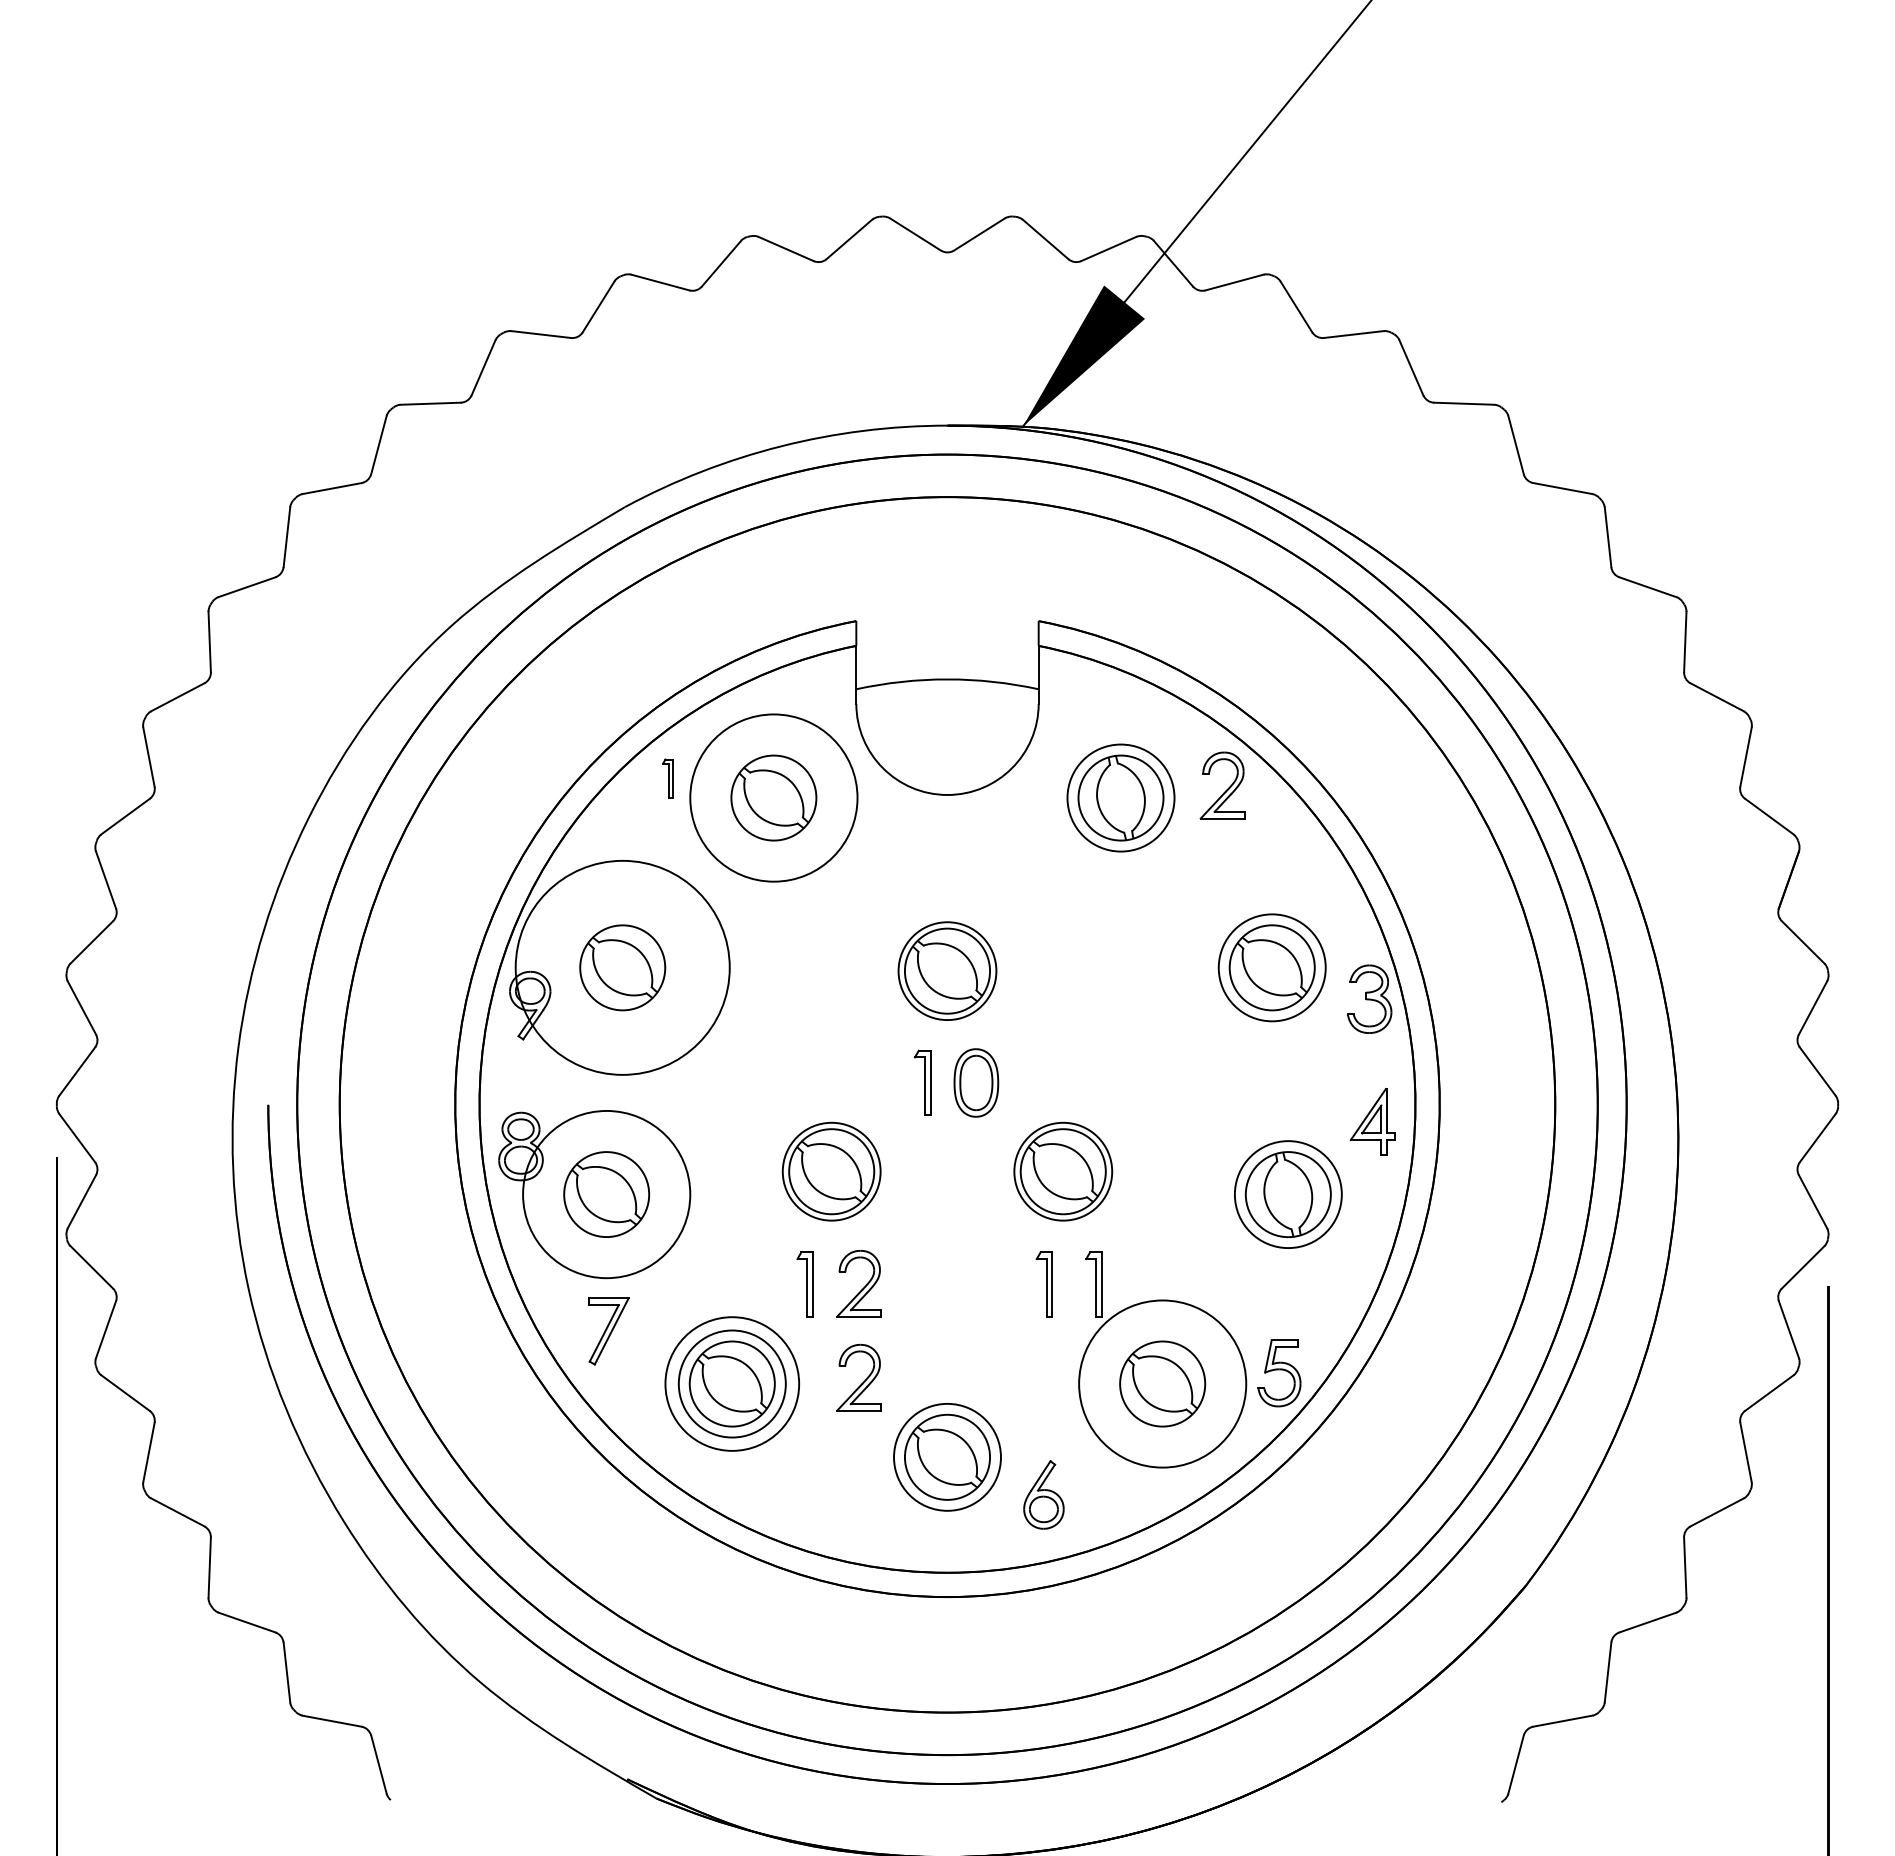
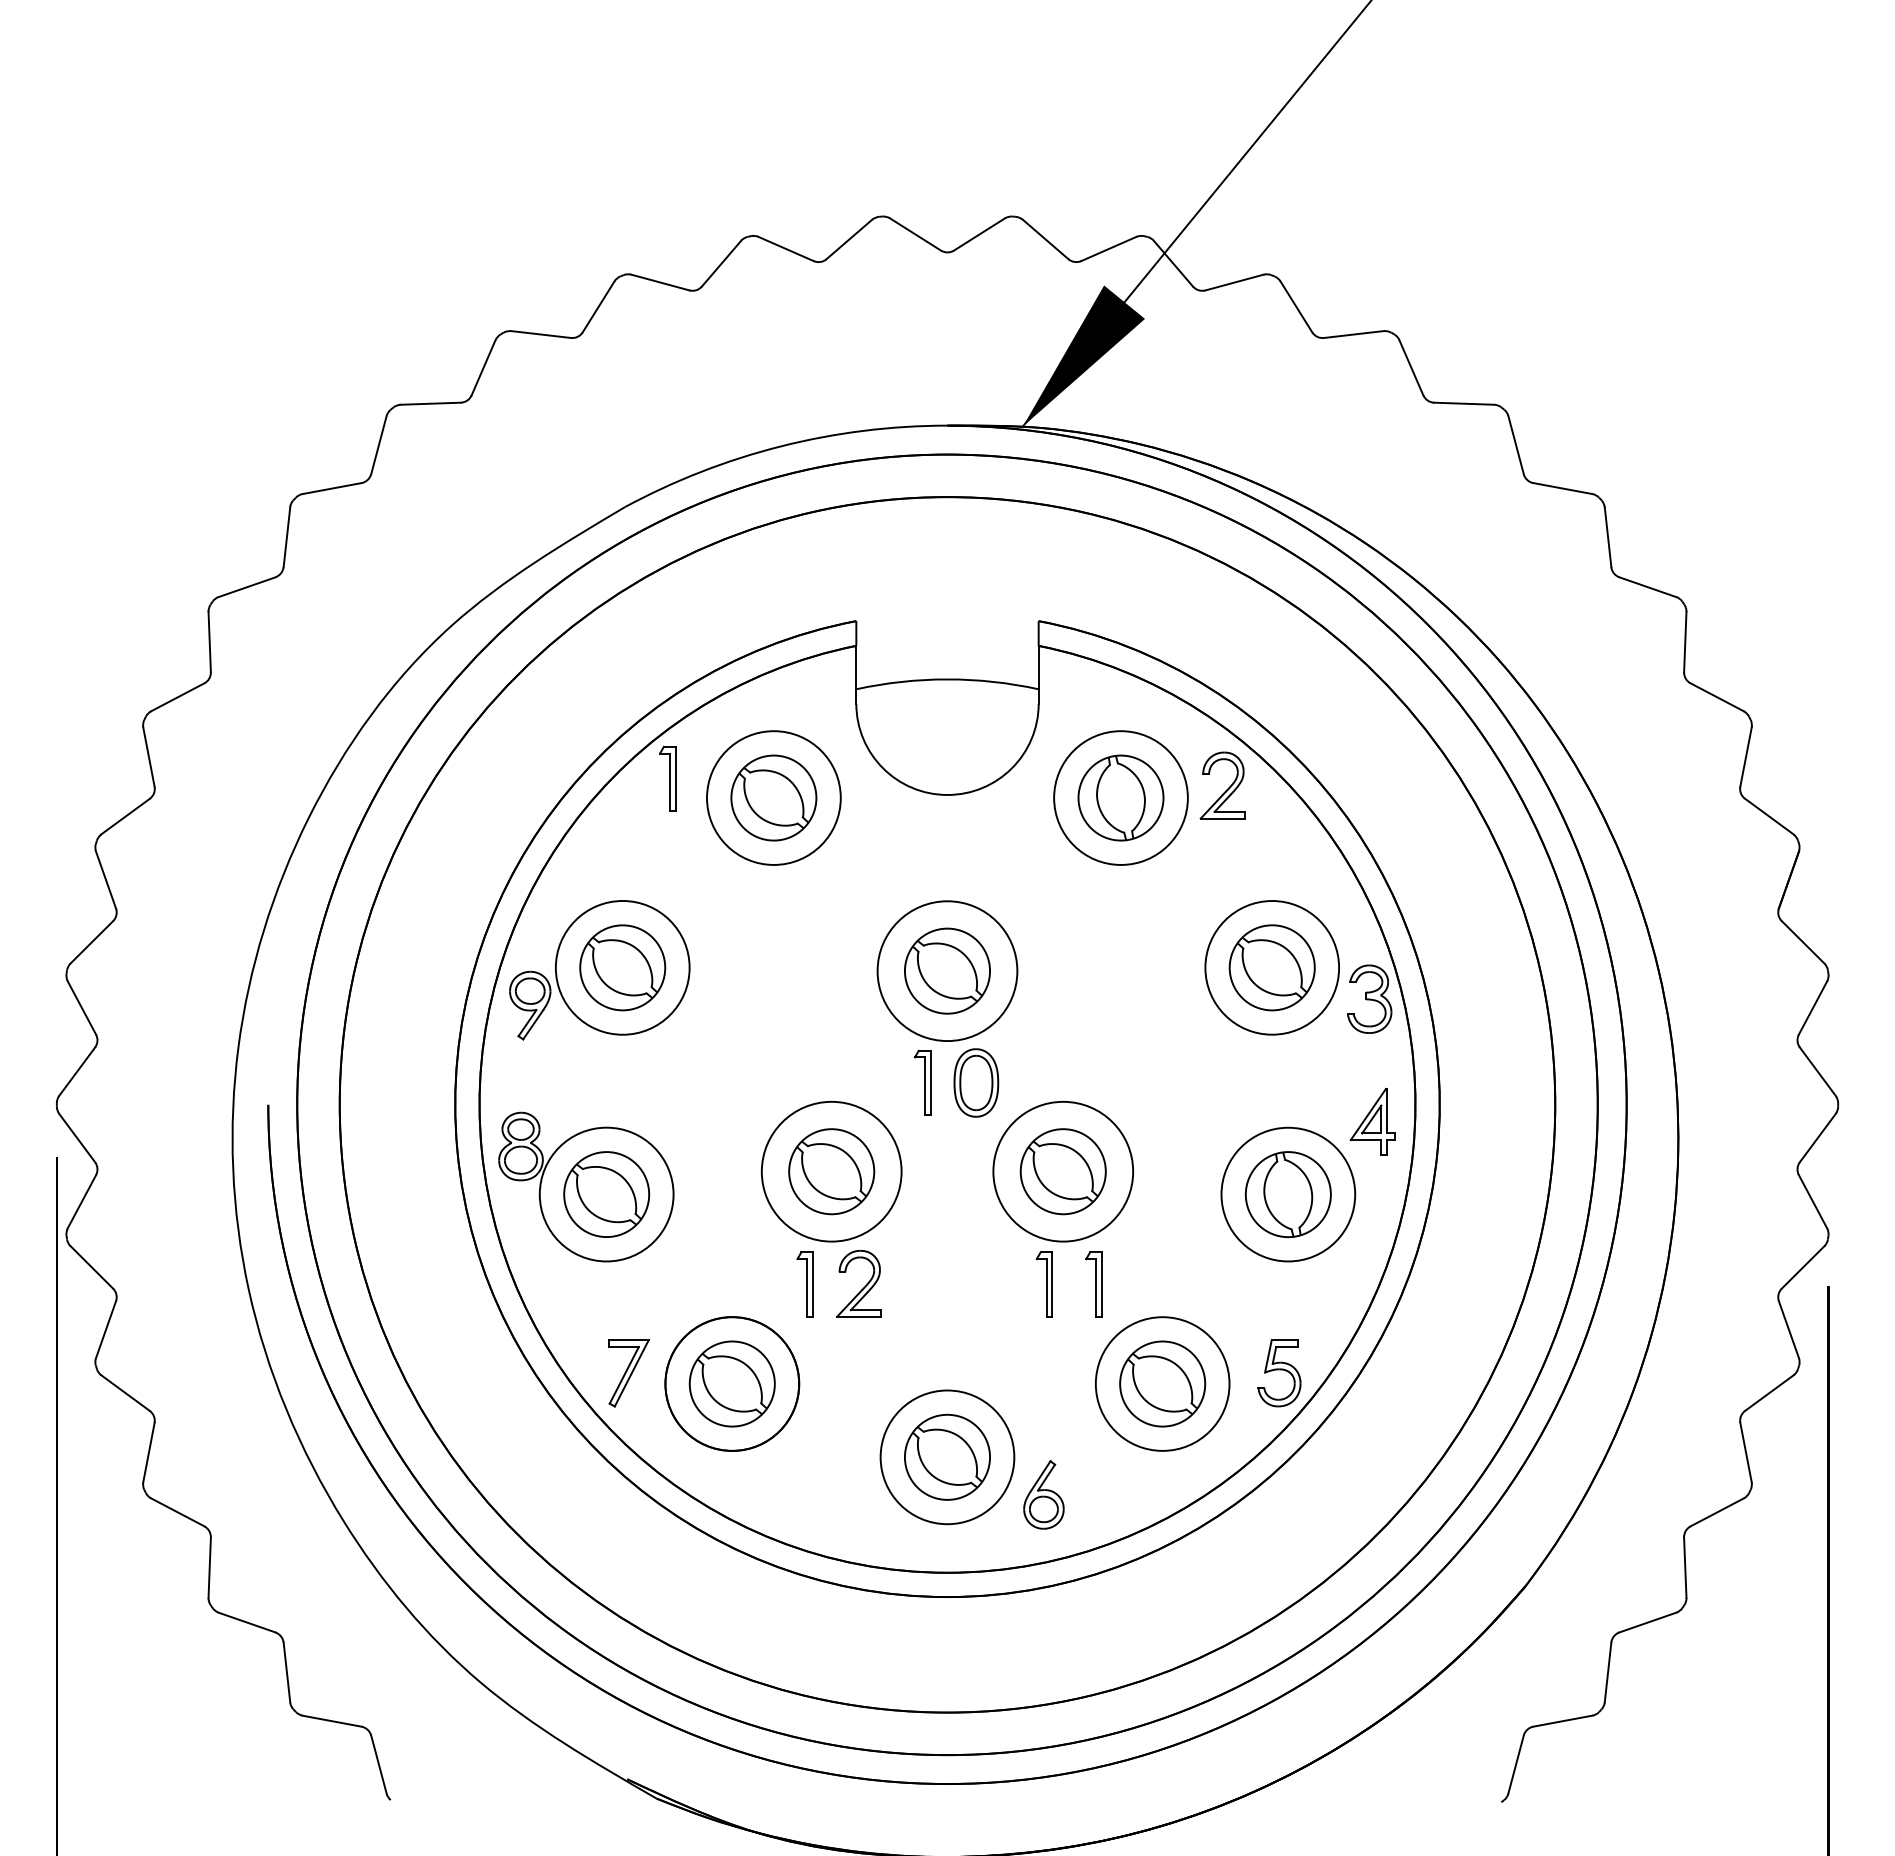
part at (667, 778) size: 12x41 px -> 18x67 px
circle at (773, 797) diameter: 167 px -> 134 px
circle at (1120, 797) diameter: 107 px -> 134 px
circle at (622, 967) diameter: 214 px -> 134 px
circle at (1271, 967) diameter: 107 px -> 134 px
circle at (947, 971) diameter: 98 px -> 140 px
circle at (831, 1171) diameter: 98 px -> 140 px
circle at (1063, 1171) diameter: 98 px -> 140 px
circle at (606, 1194) diameter: 167 px -> 134 px
circle at (1287, 1194) diameter: 107 px -> 134 px
part at (608, 1331) position: (608, 1331) -> (628, 1373)
part at (863, 1381): present -> none
circle at (731, 1383) diameter: 107 px -> 134 px
circle at (1162, 1383) diameter: 167 px -> 134 px
circle at (947, 1456) diameter: 107 px -> 134 px
